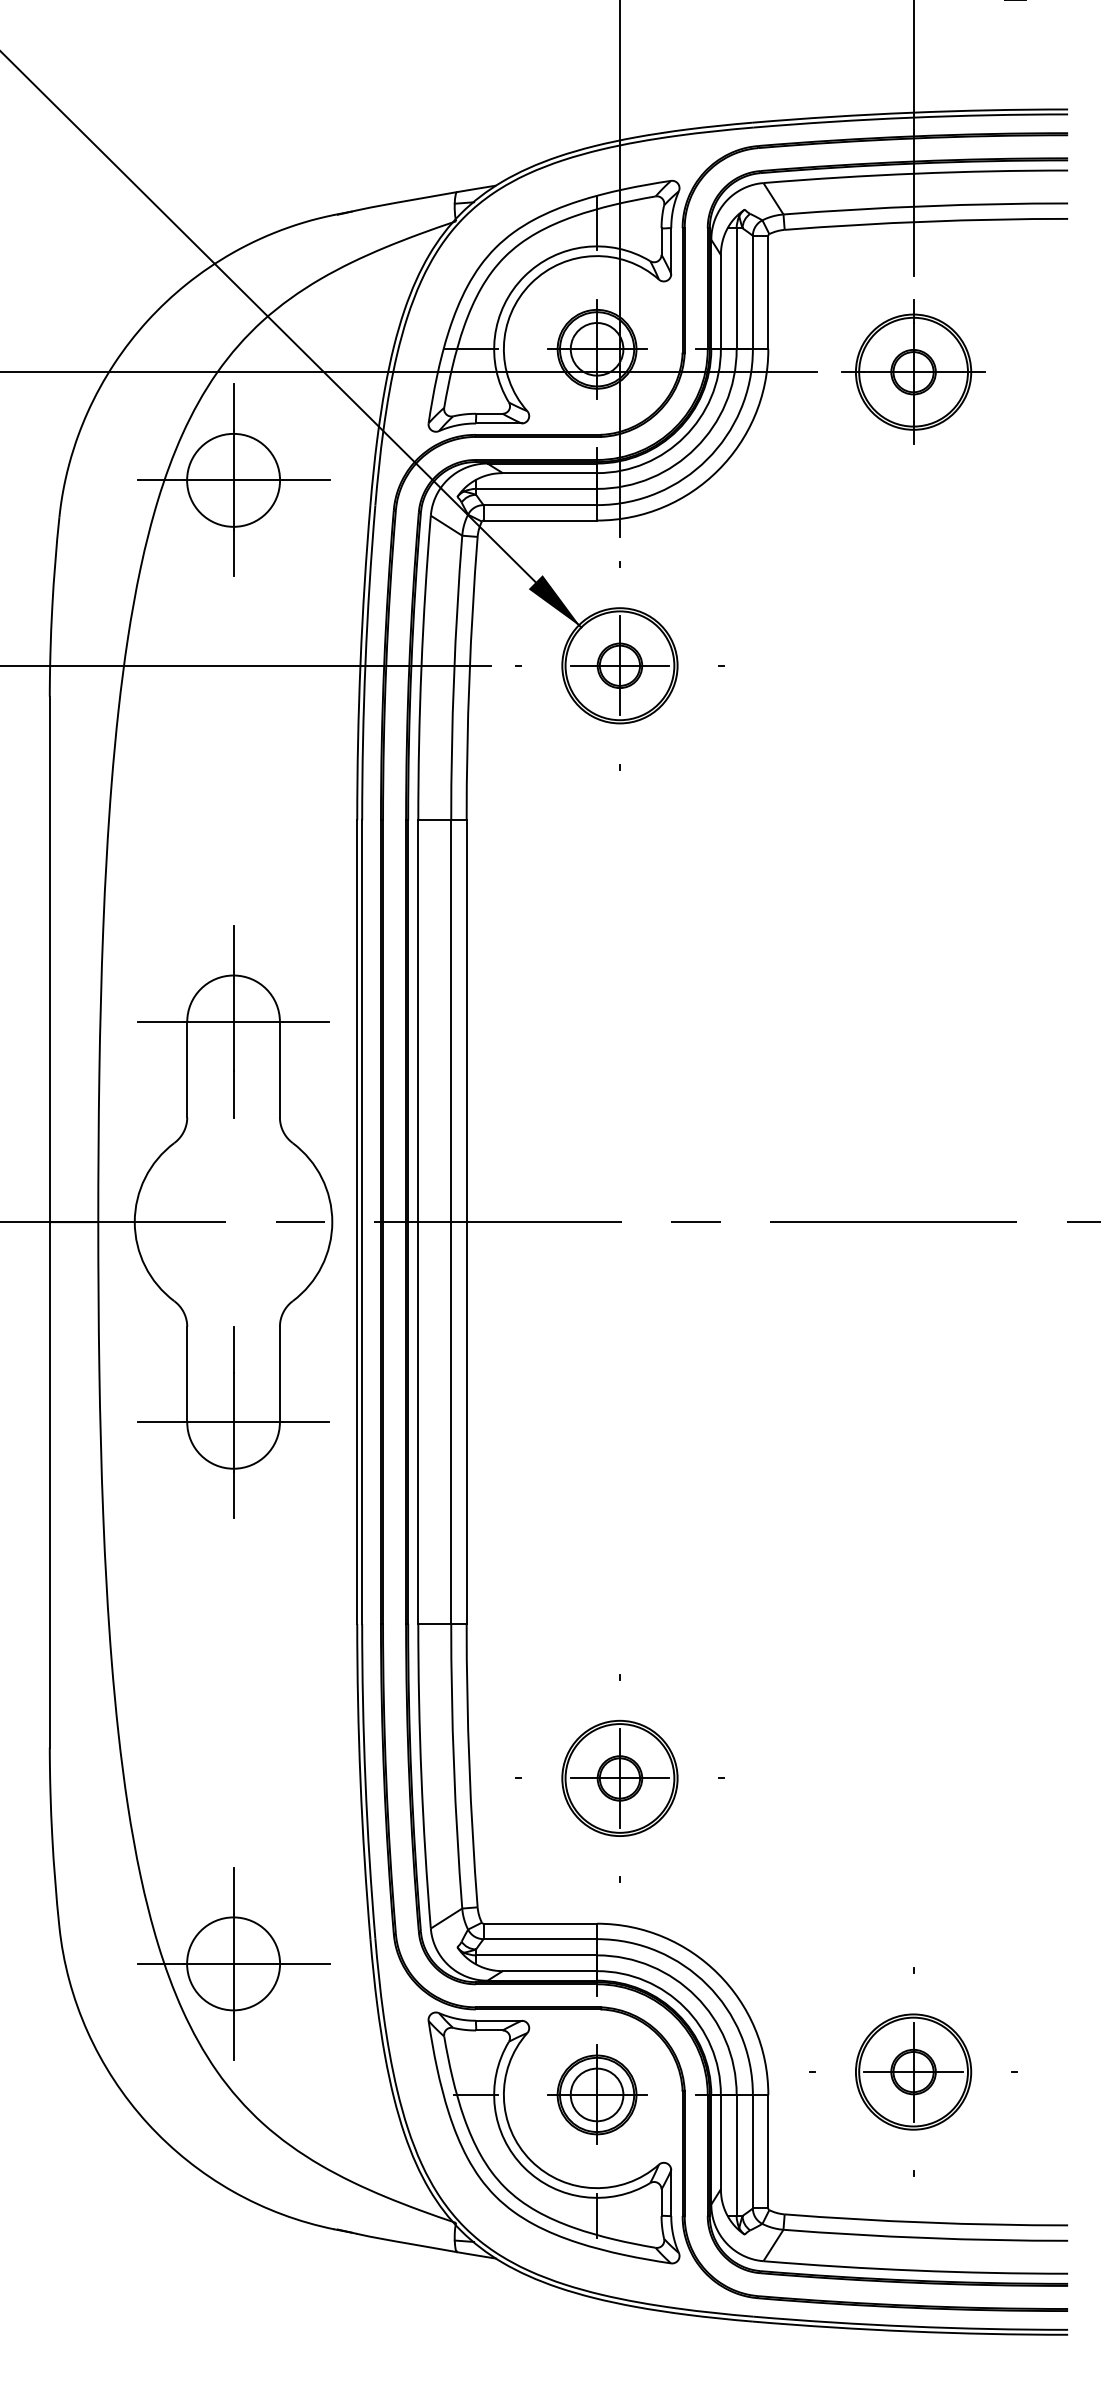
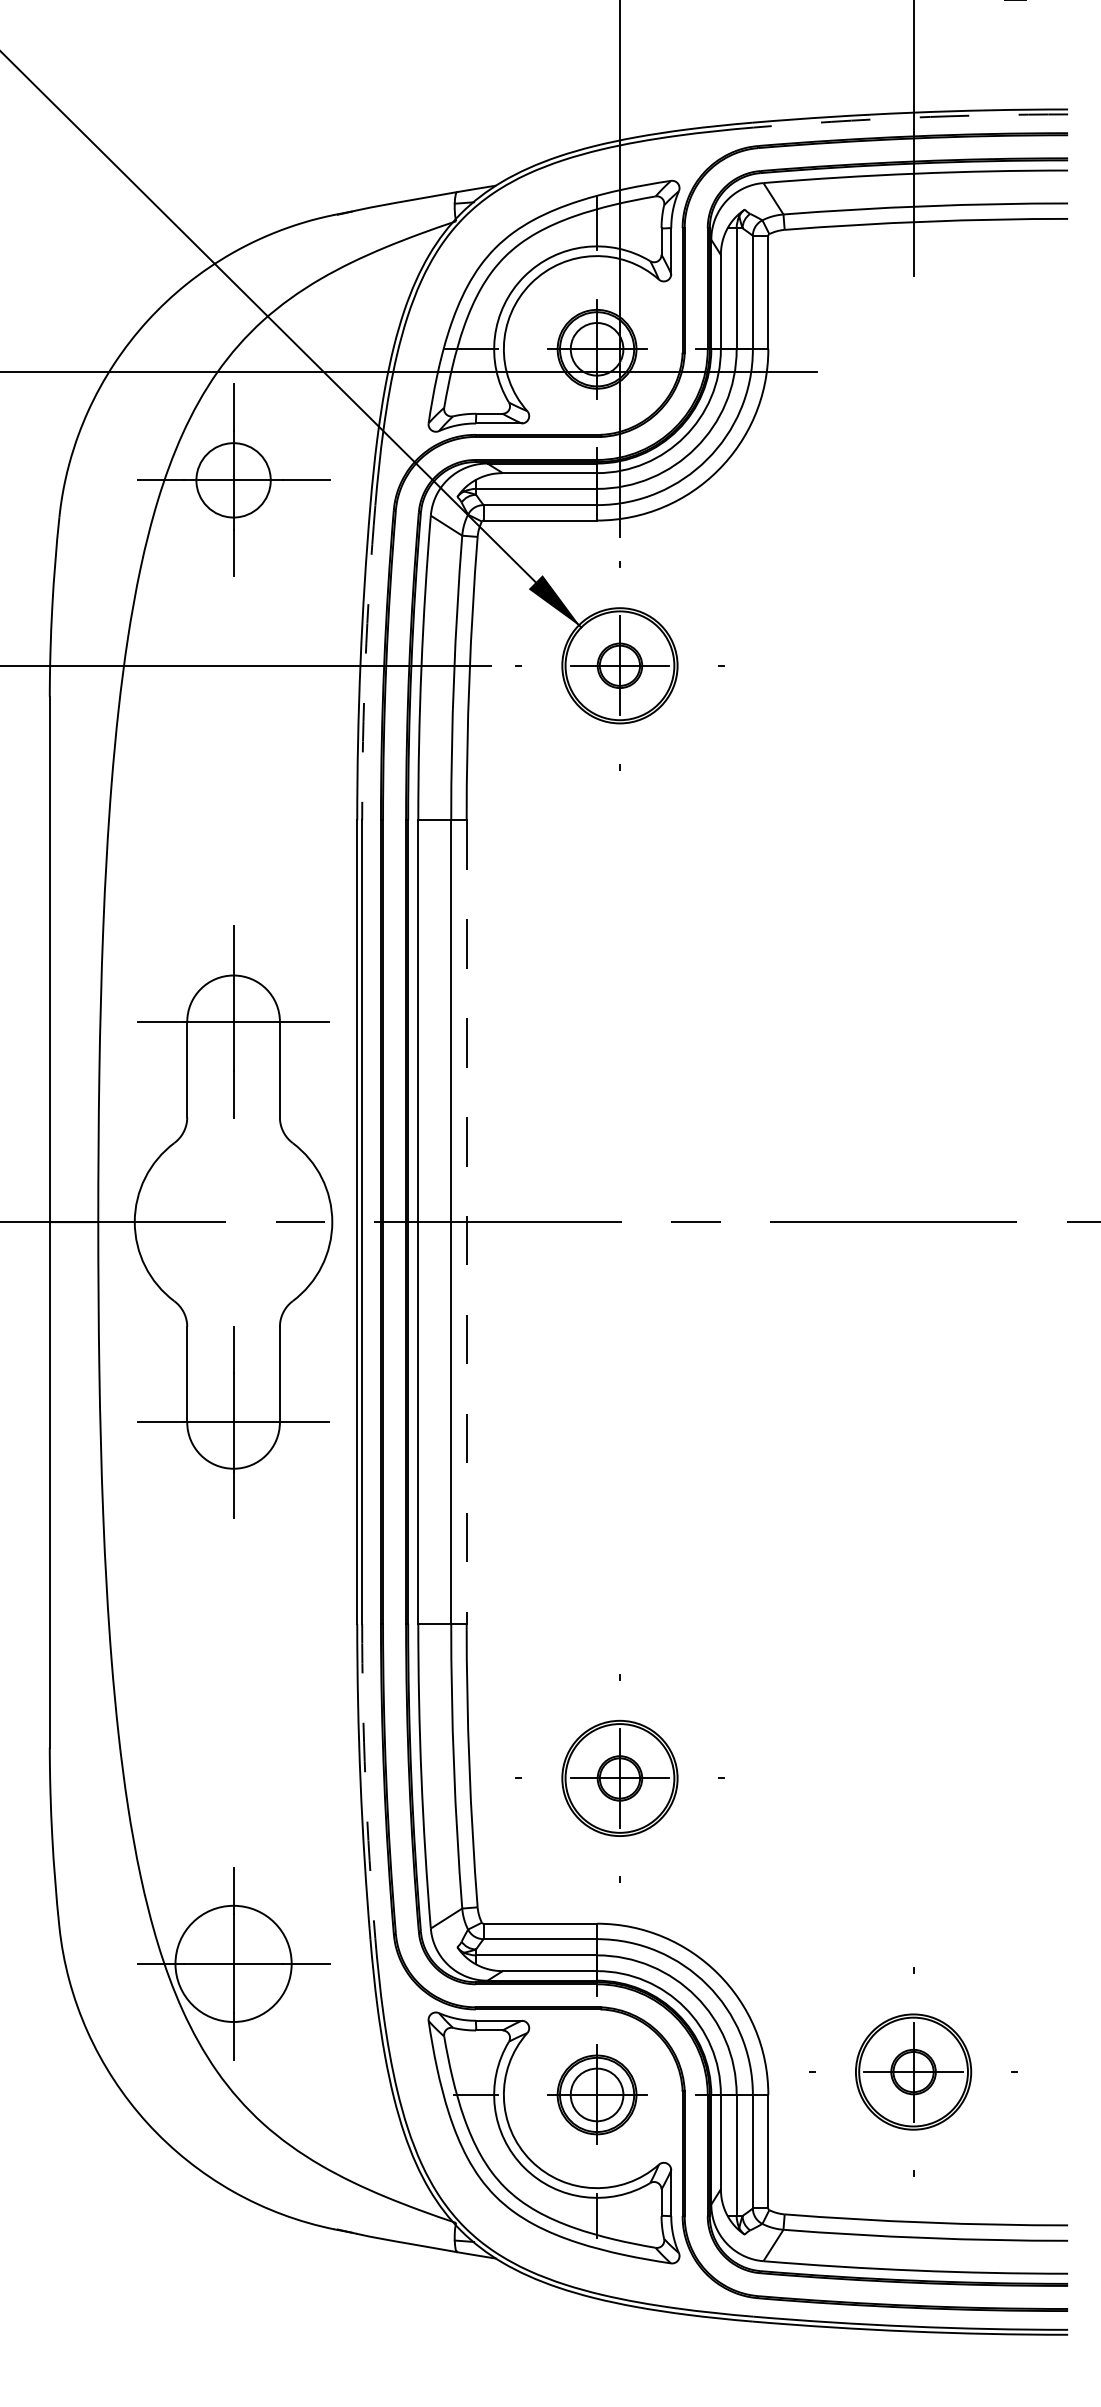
arc at (910, 117): solid -> dashed
part at (913, 371): present -> none
circle at (233, 479) diameter: 93 px -> 74 px
arc at (365, 662): solid -> dashed
line at (466, 1222): solid -> dashed
arc at (365, 1781): solid -> dashed
circle at (233, 1963) diameter: 93 px -> 116 px
